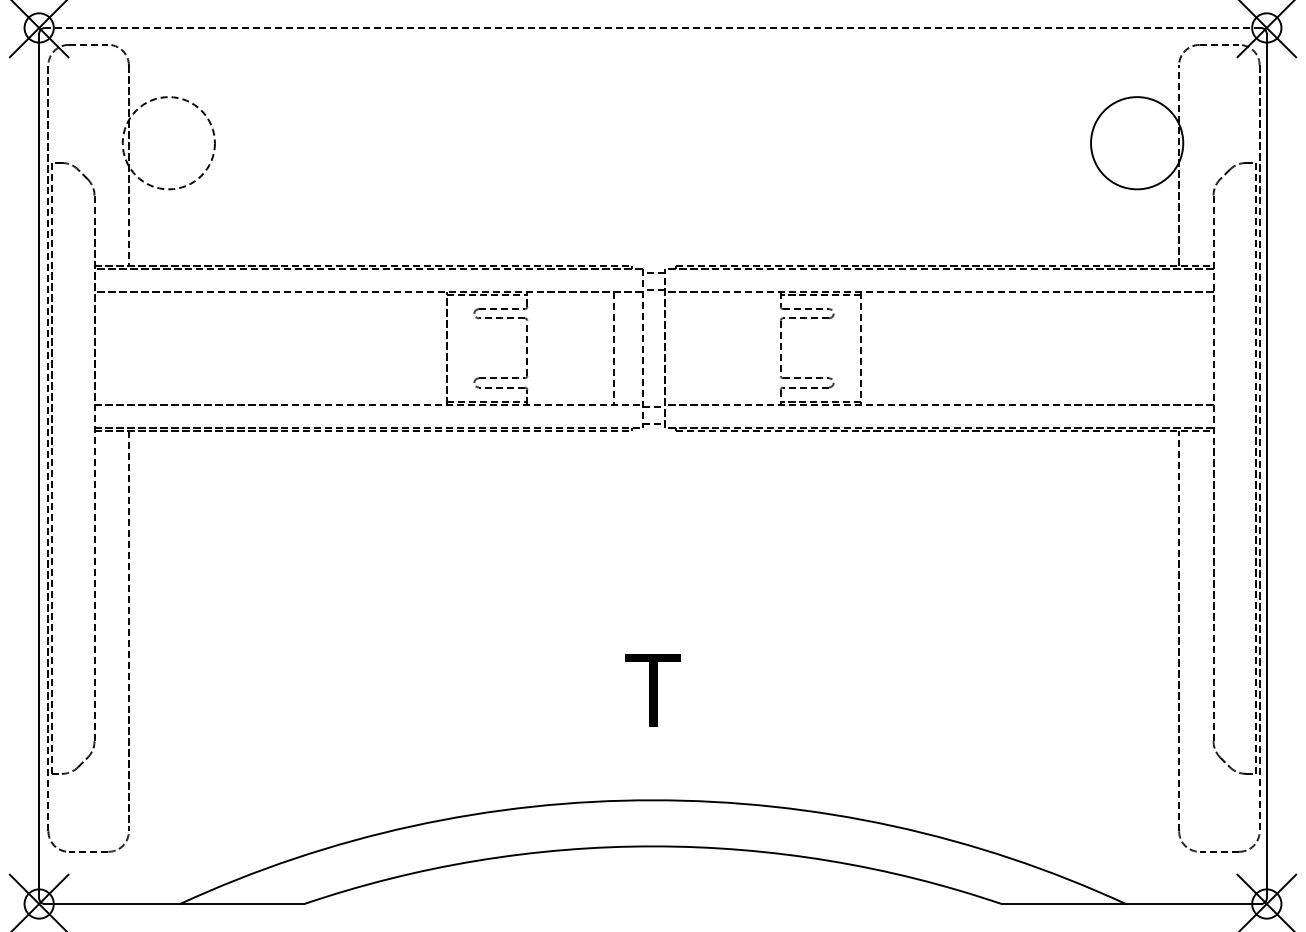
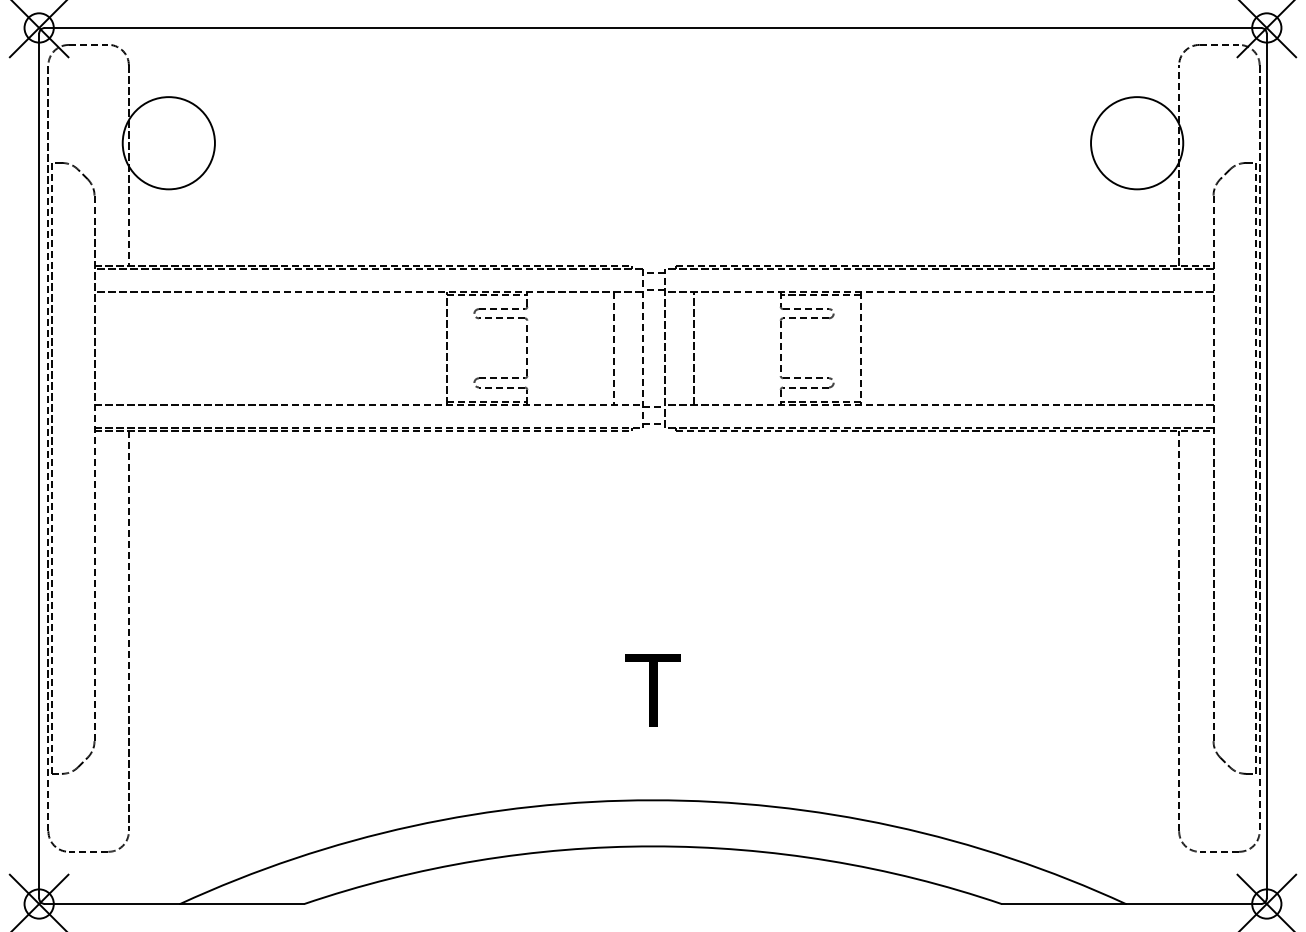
line at (652, 27): dashed -> solid
circle at (168, 143): dashed -> solid
line at (694, 348): none -> present
